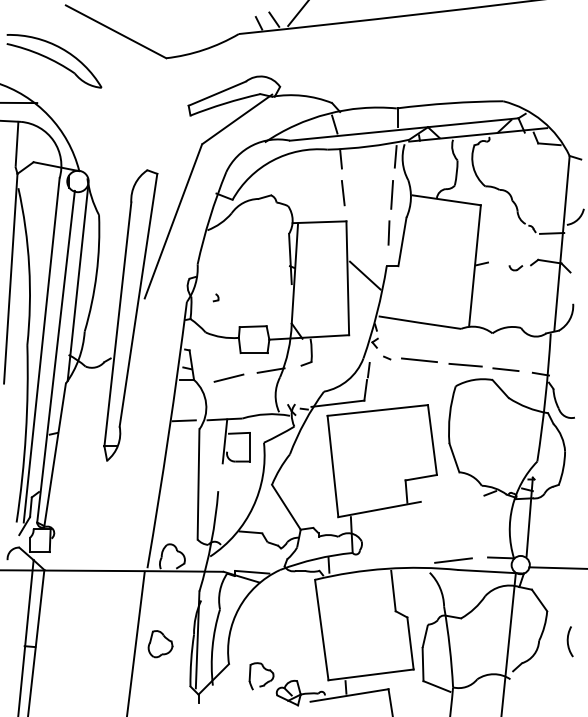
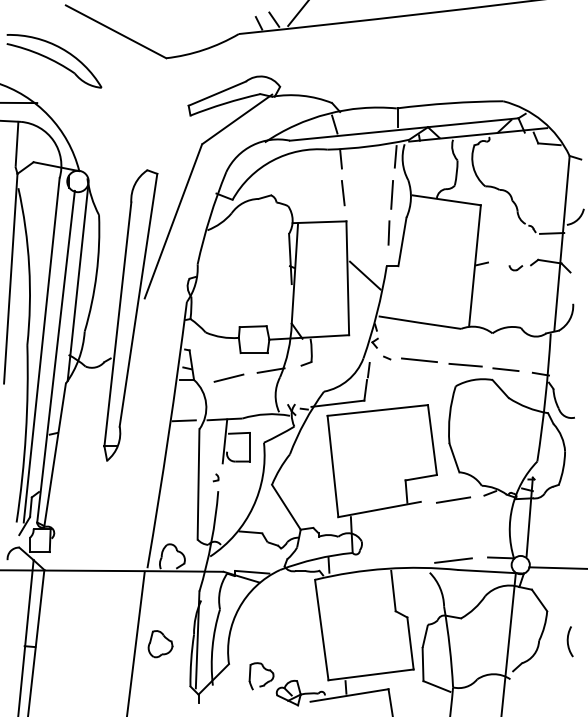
part at (215, 297) position: (215, 297) -> (215, 477)
line at (453, 499): none -> present
